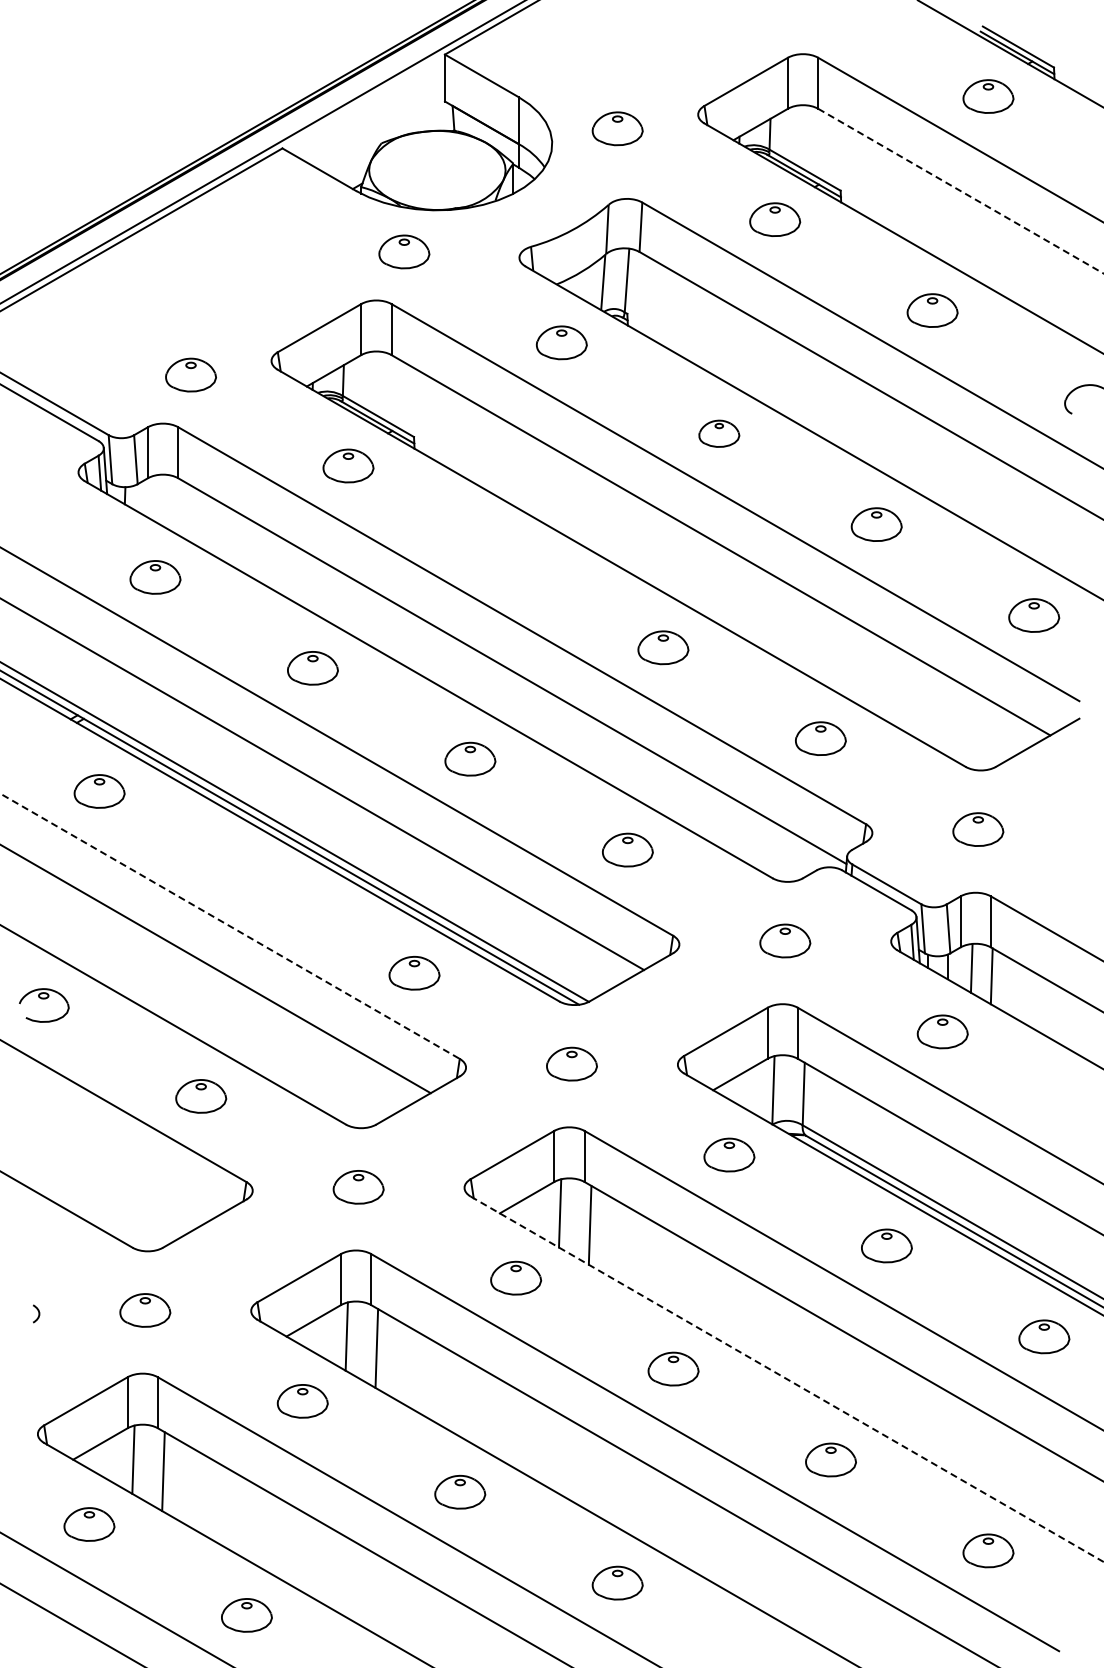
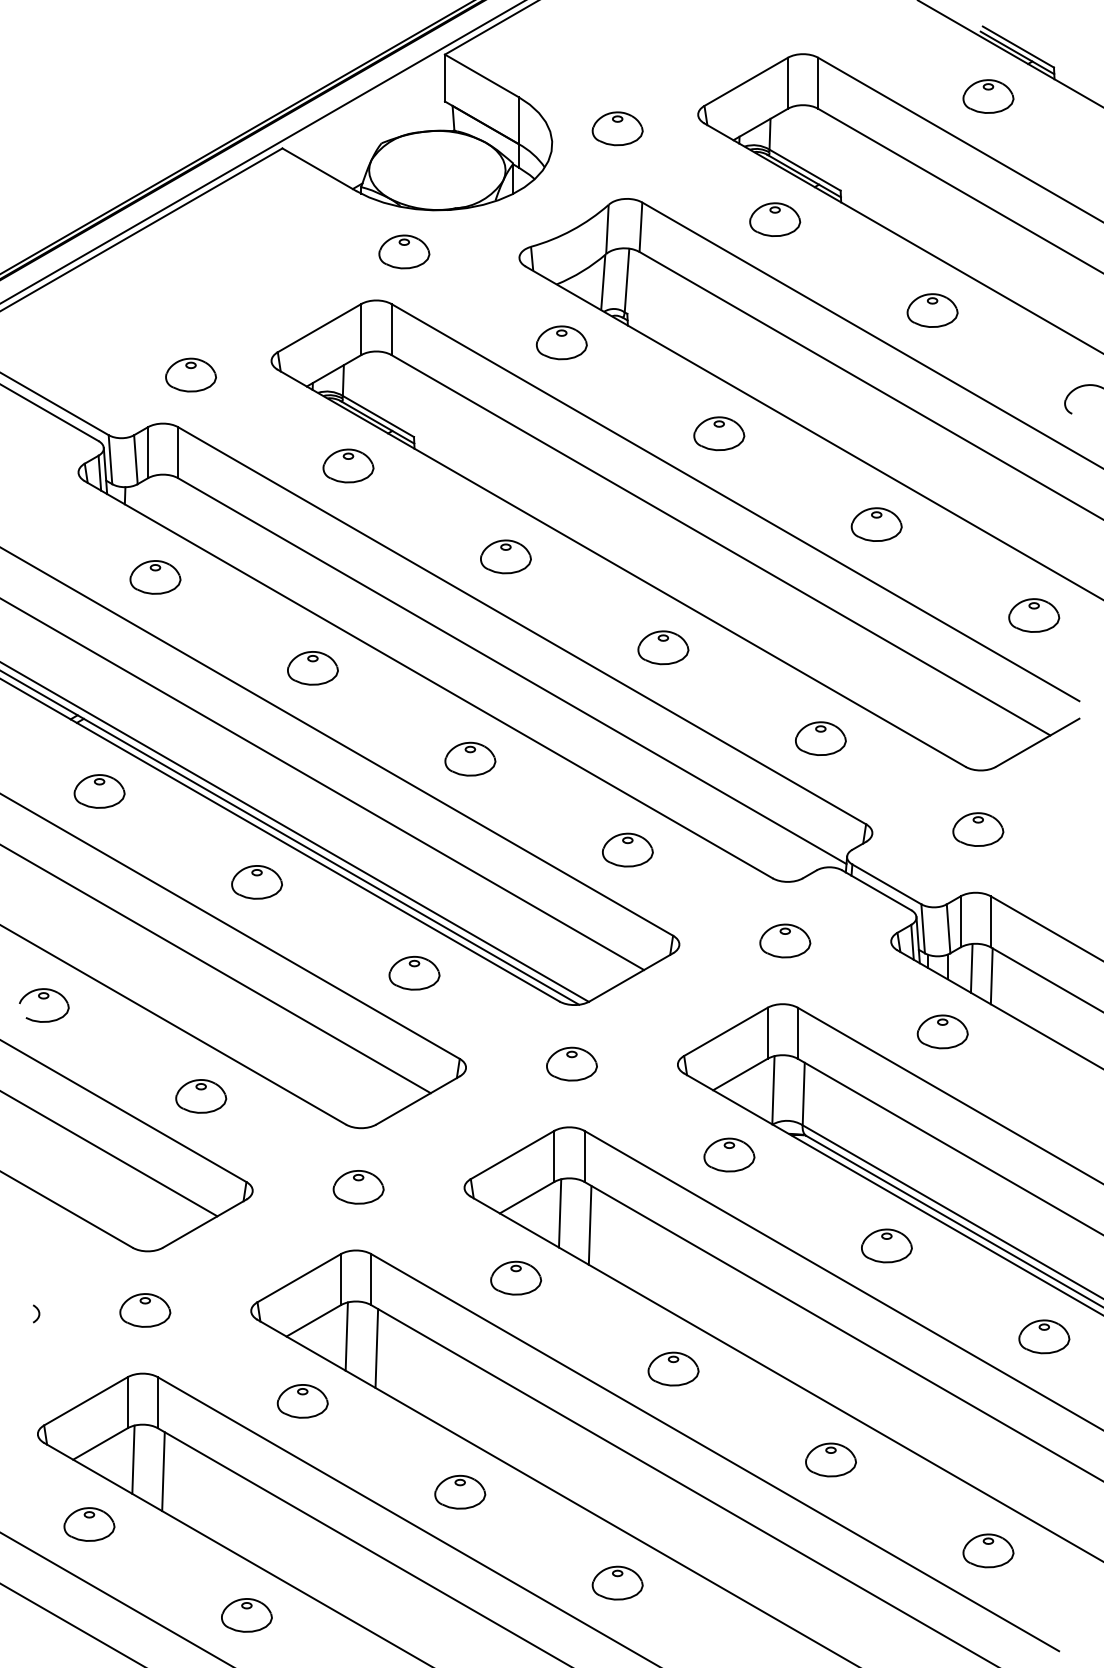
line at (961, 191): dashed -> solid
part at (719, 433) size: 43x29 px -> 53x36 px
part at (505, 556): none -> present
part at (256, 882): none -> present
line at (230, 926): dashed -> solid
line at (109, 1154): none -> present
line at (787, 1379): dashed -> solid
